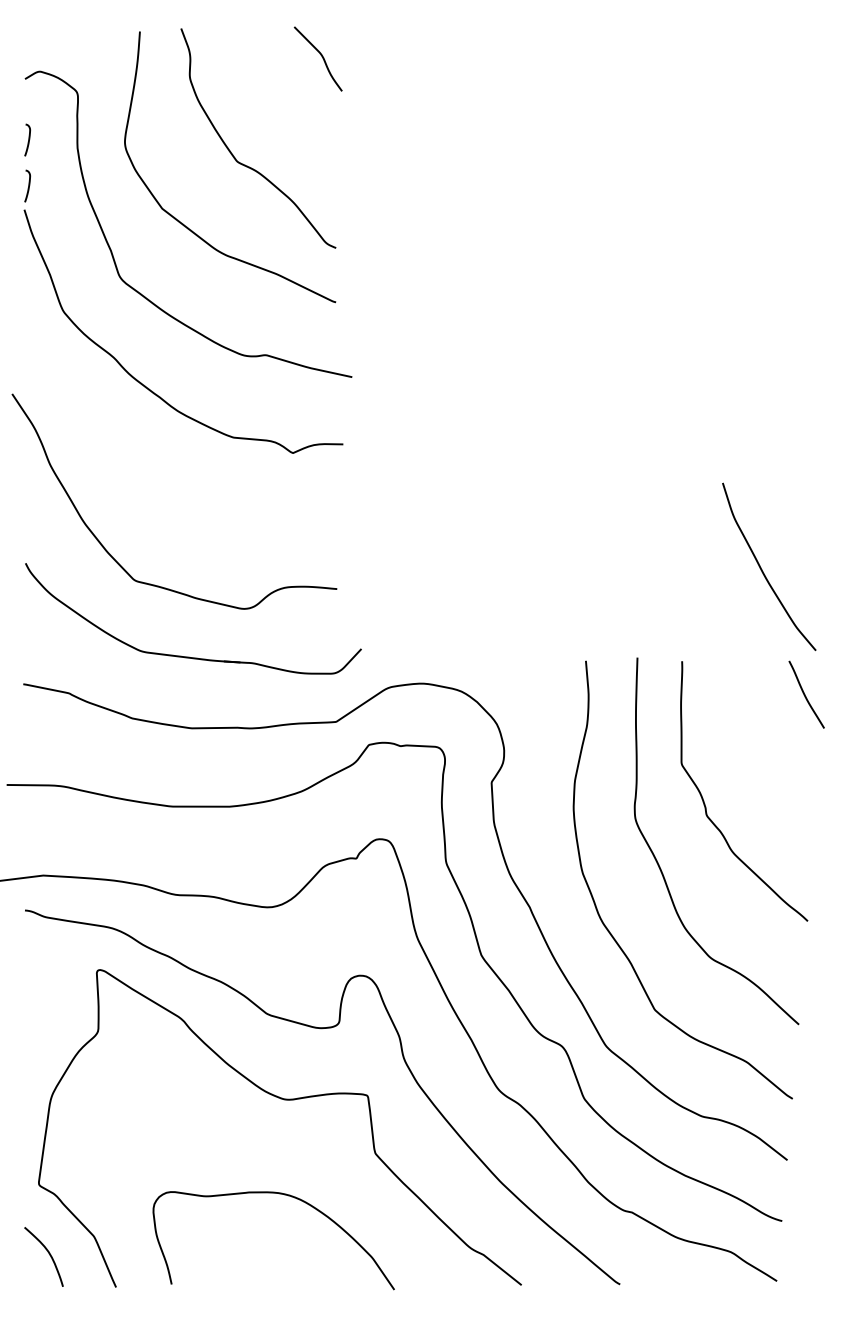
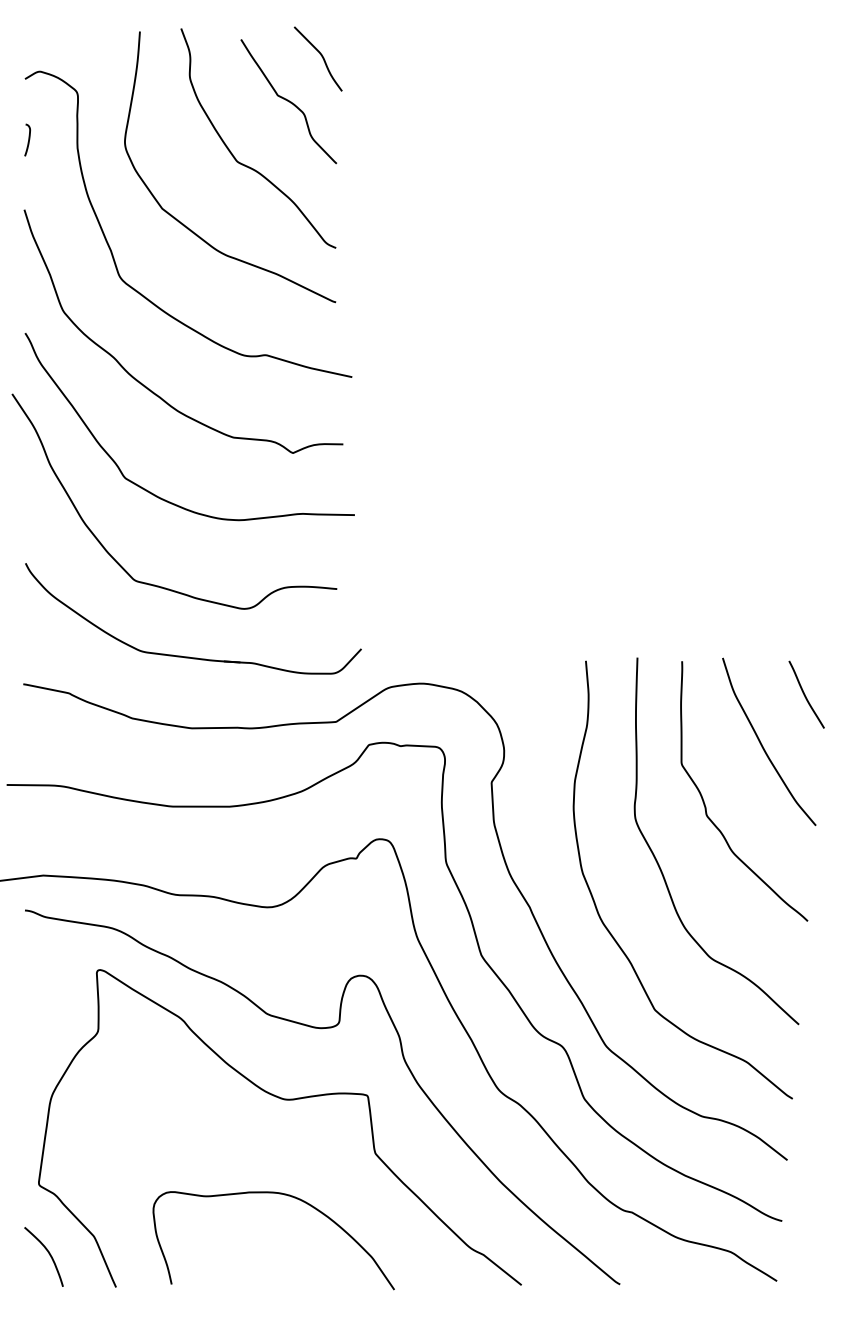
curve at (288, 101): none -> present
curve at (28, 185): present -> none
curve at (152, 492): none -> present
curve at (762, 569) position: (762, 569) -> (762, 744)
